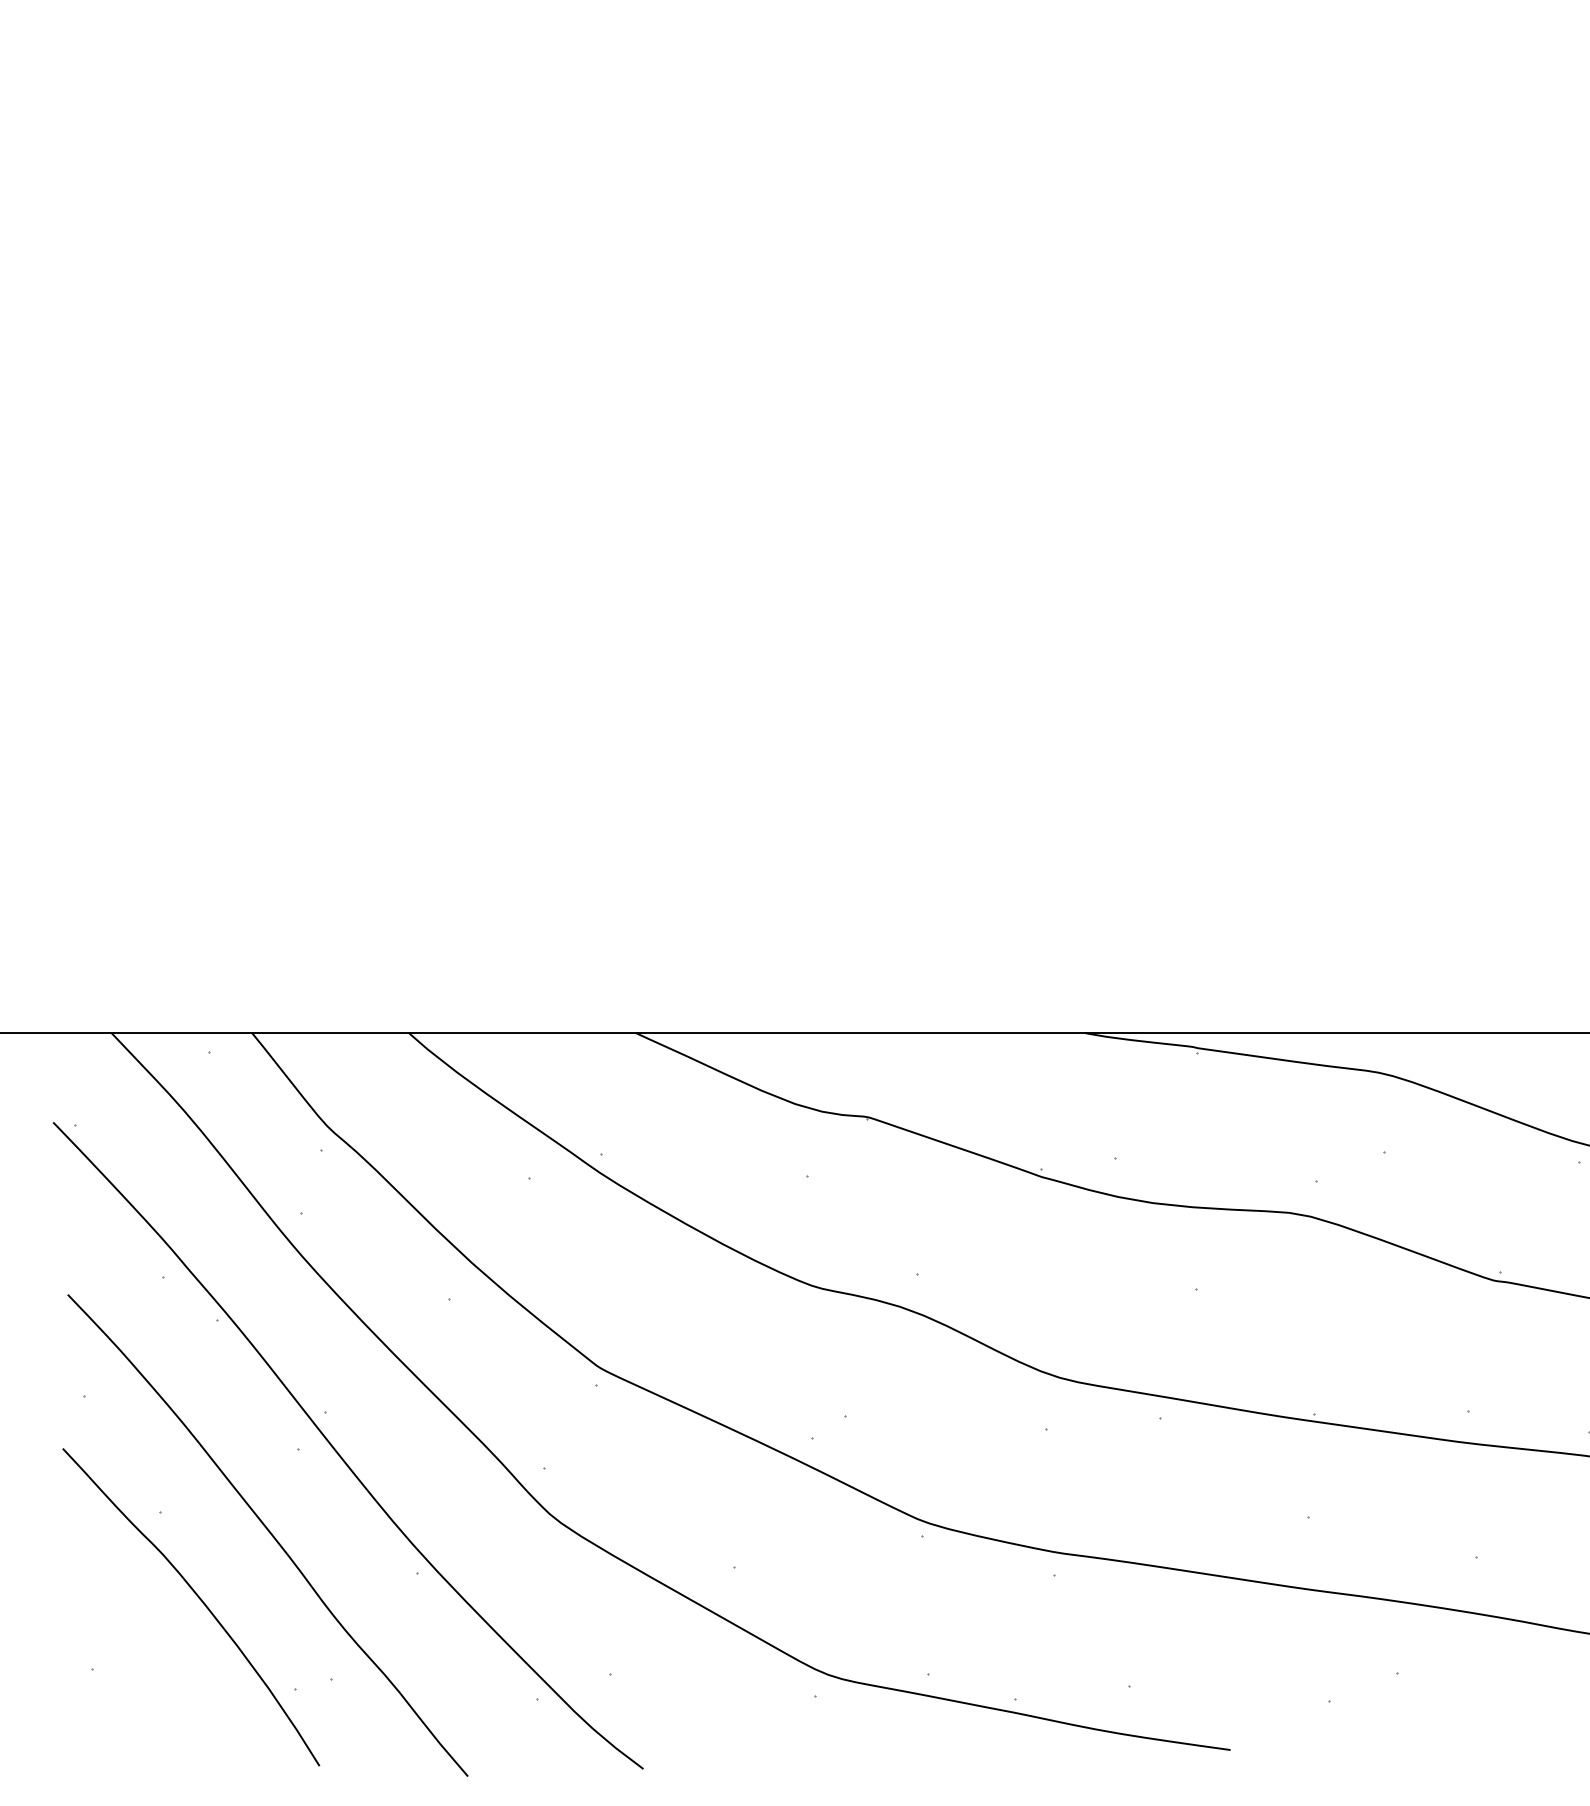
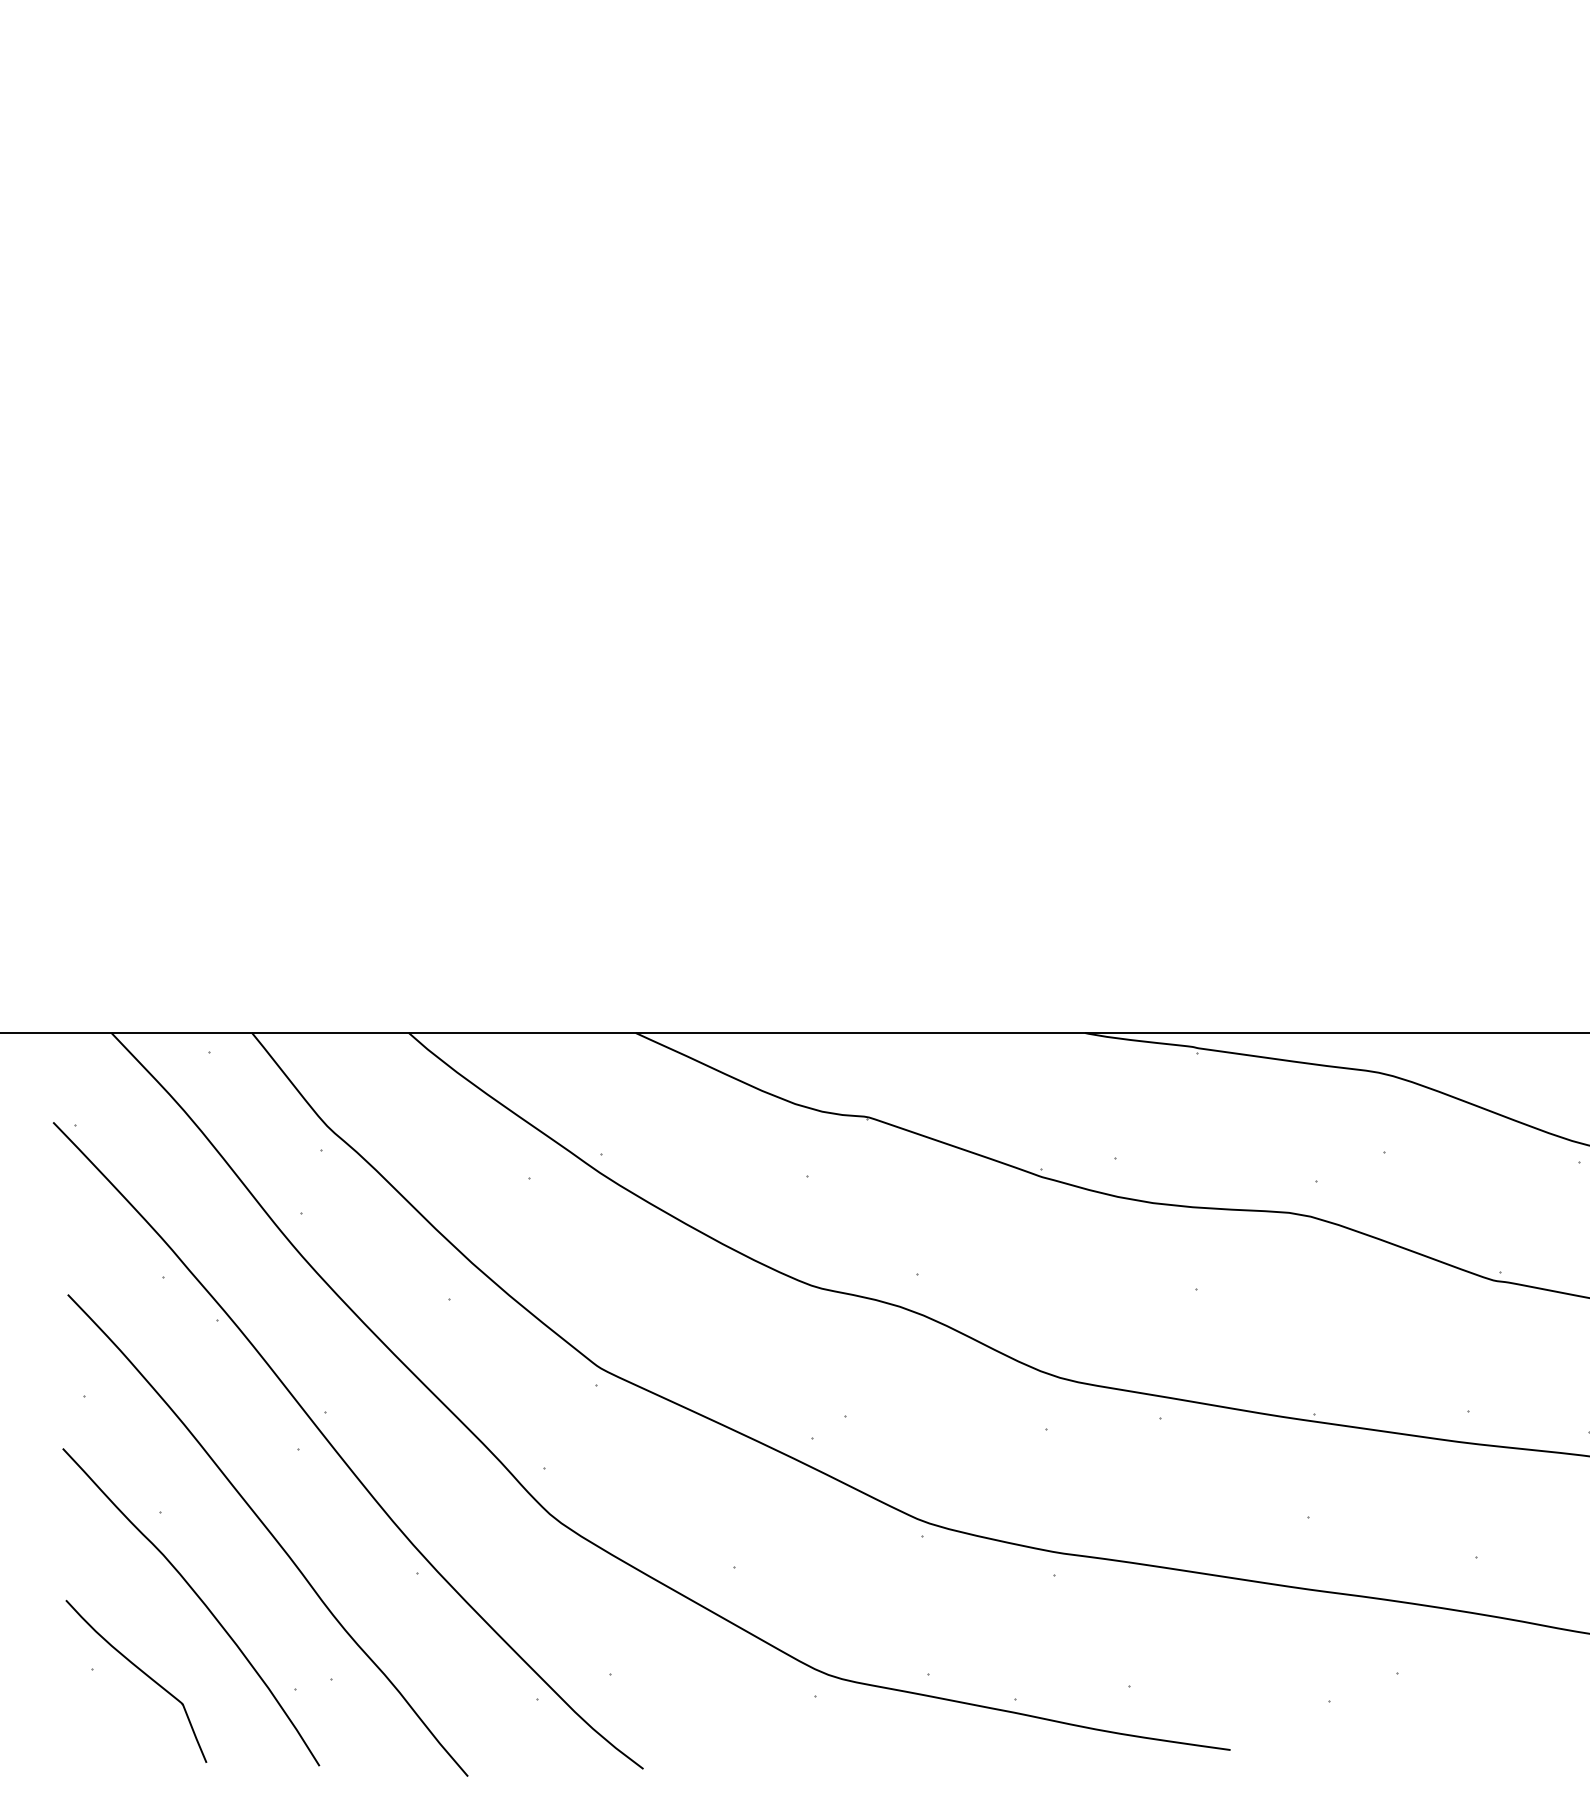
part at (140, 1671): none -> present
